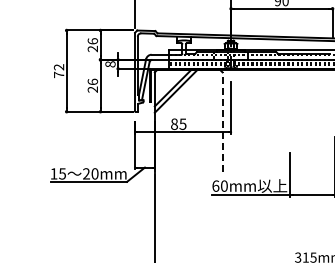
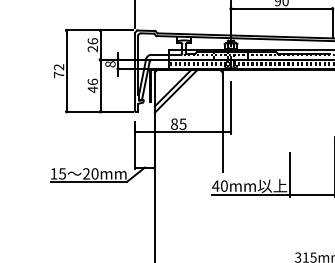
text at (92, 89): 26 -> 46
line at (222, 121): dashed -> solid
text at (215, 185): 60mm -> 40mm
